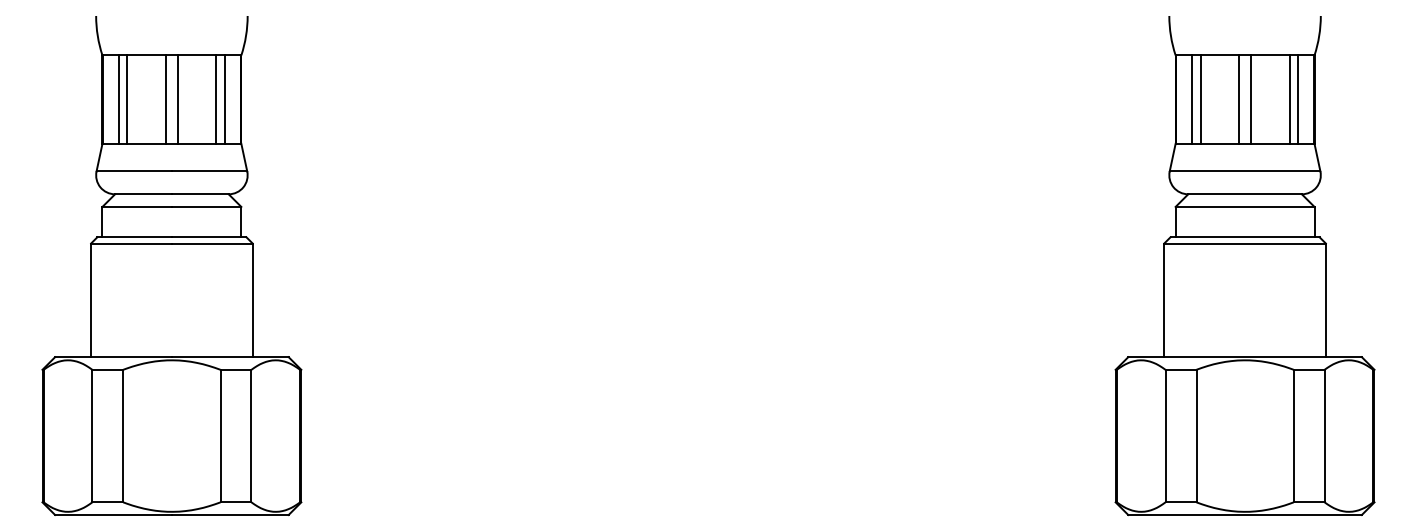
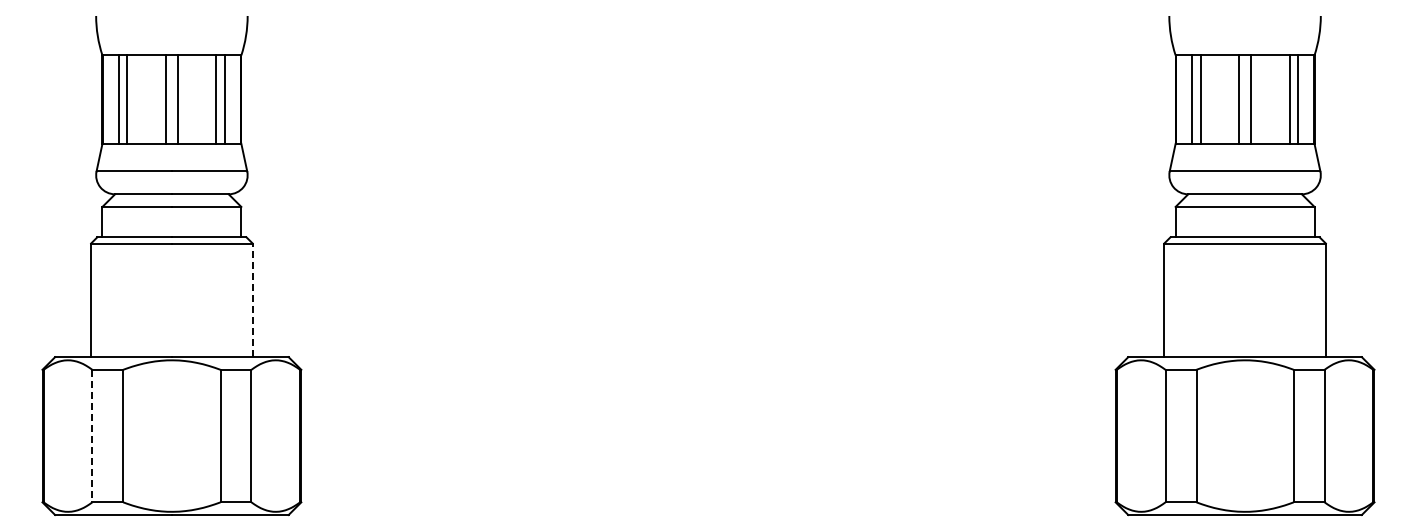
line at (252, 300): solid -> dashed
line at (92, 436): solid -> dashed
